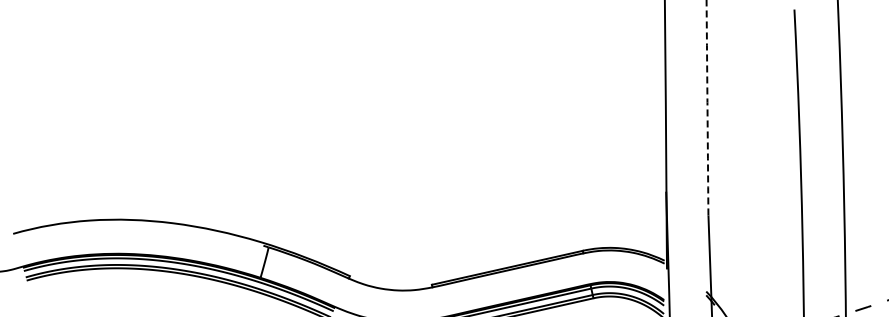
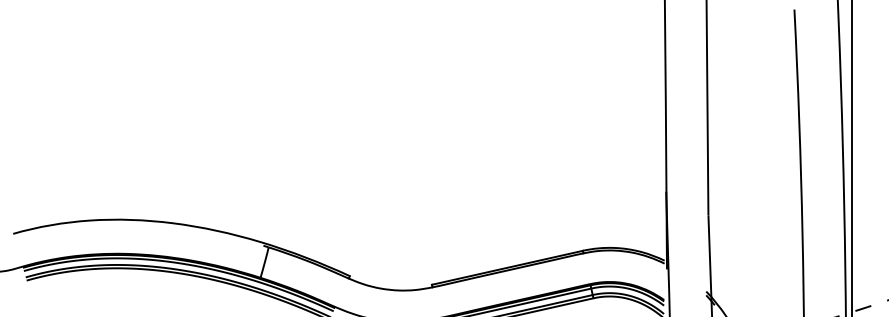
arc at (707, 107): dashed -> solid
line at (852, 157): none -> present
